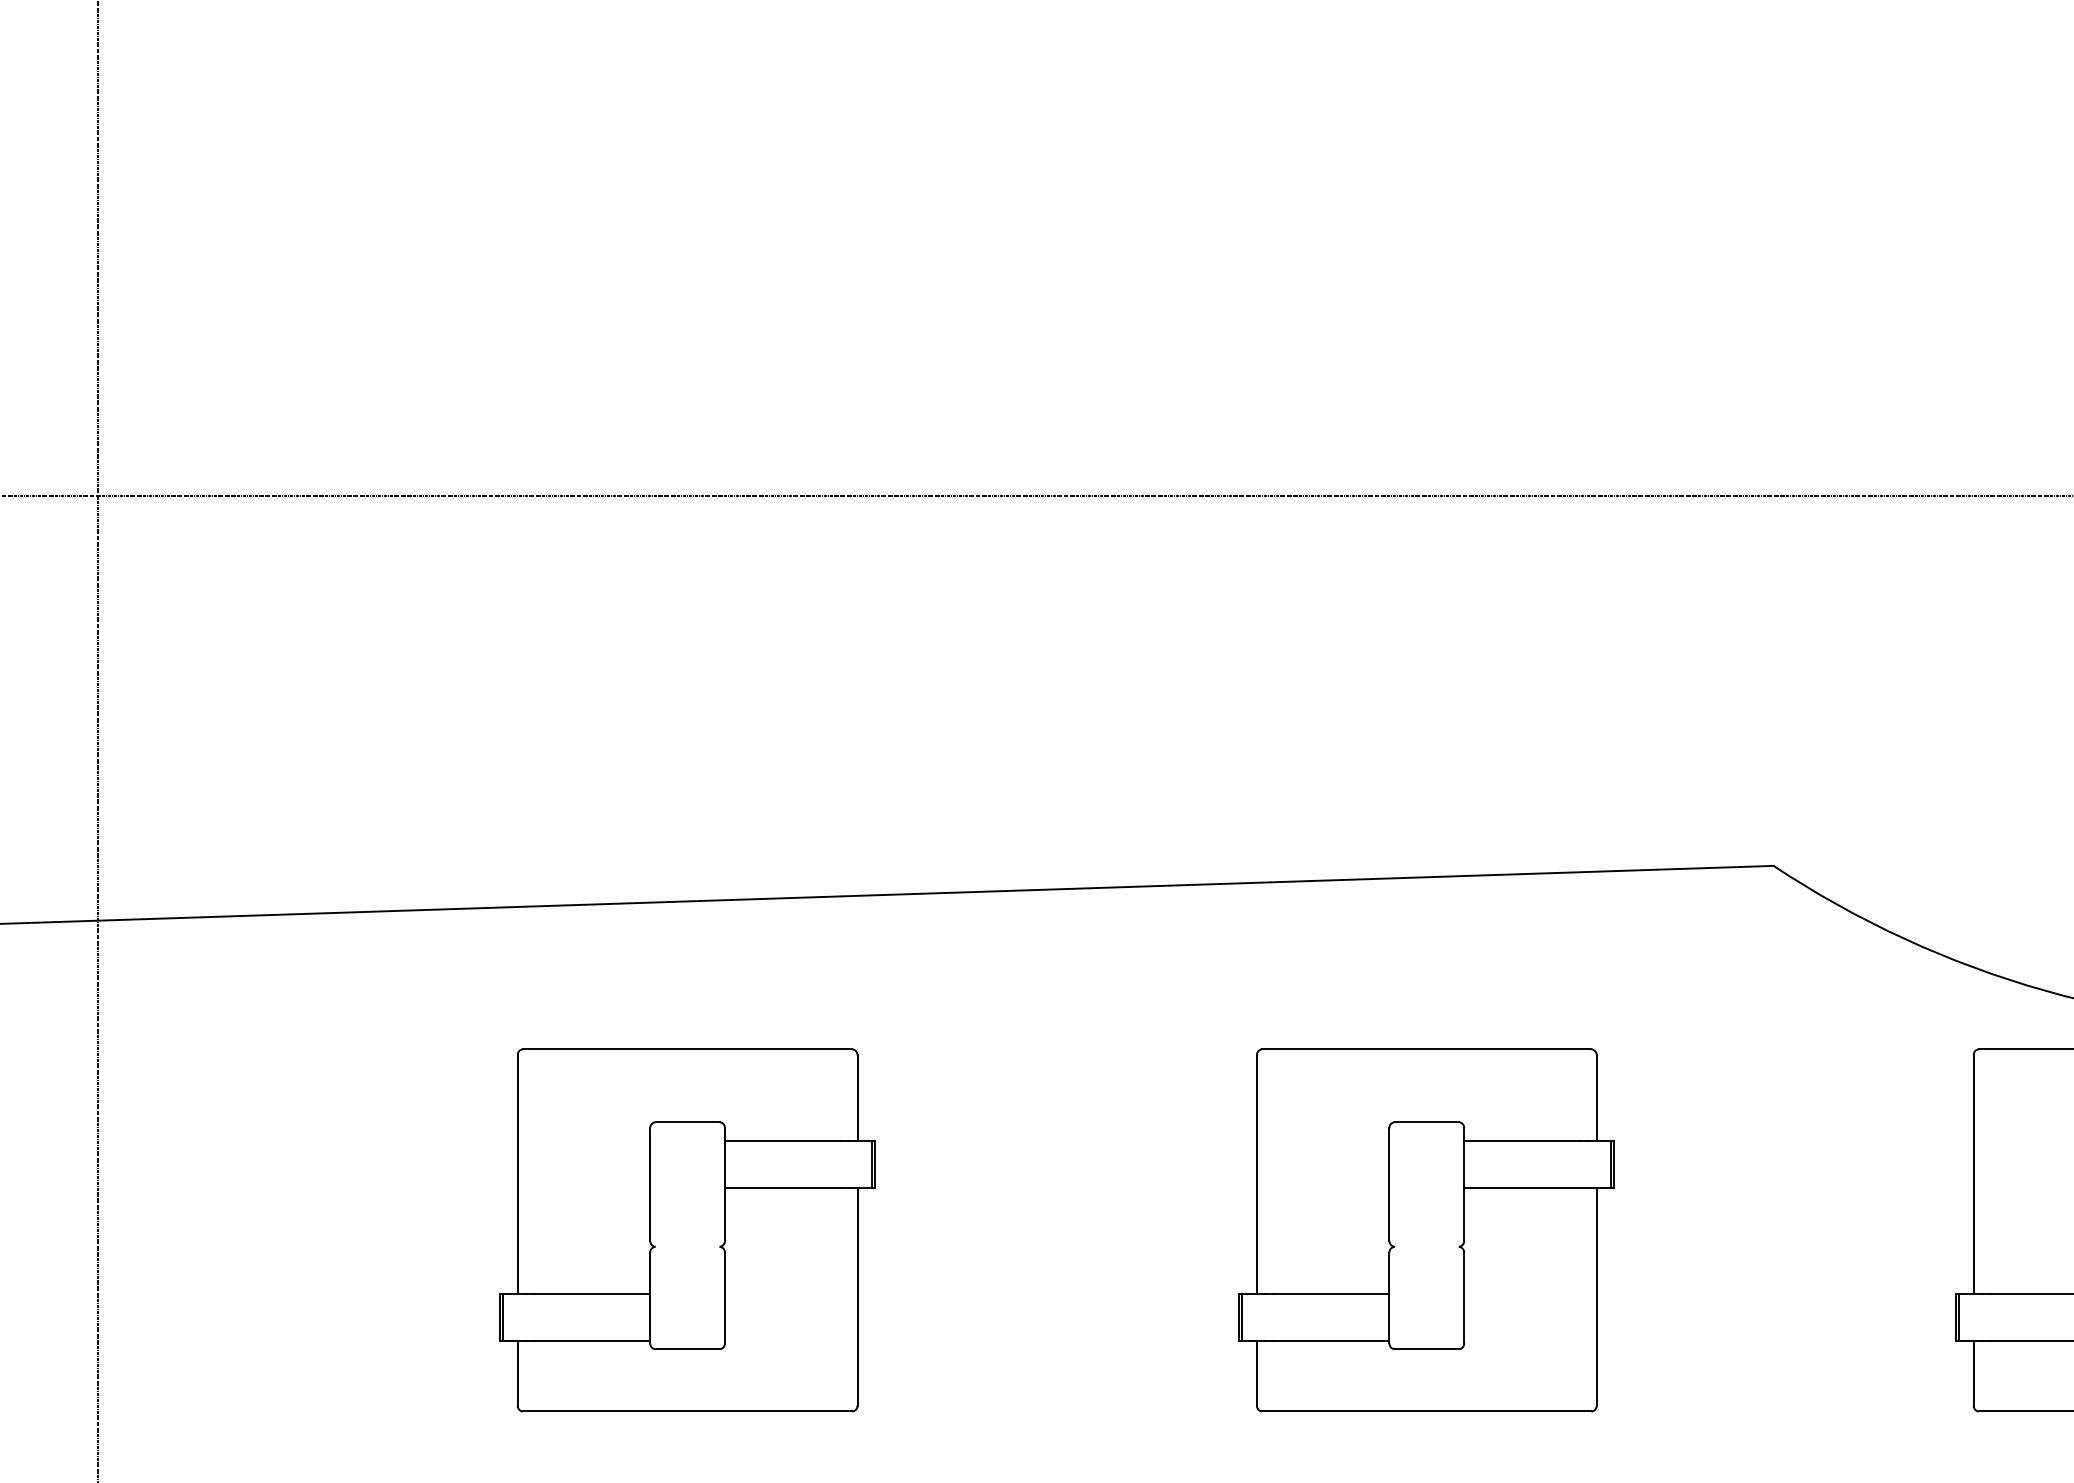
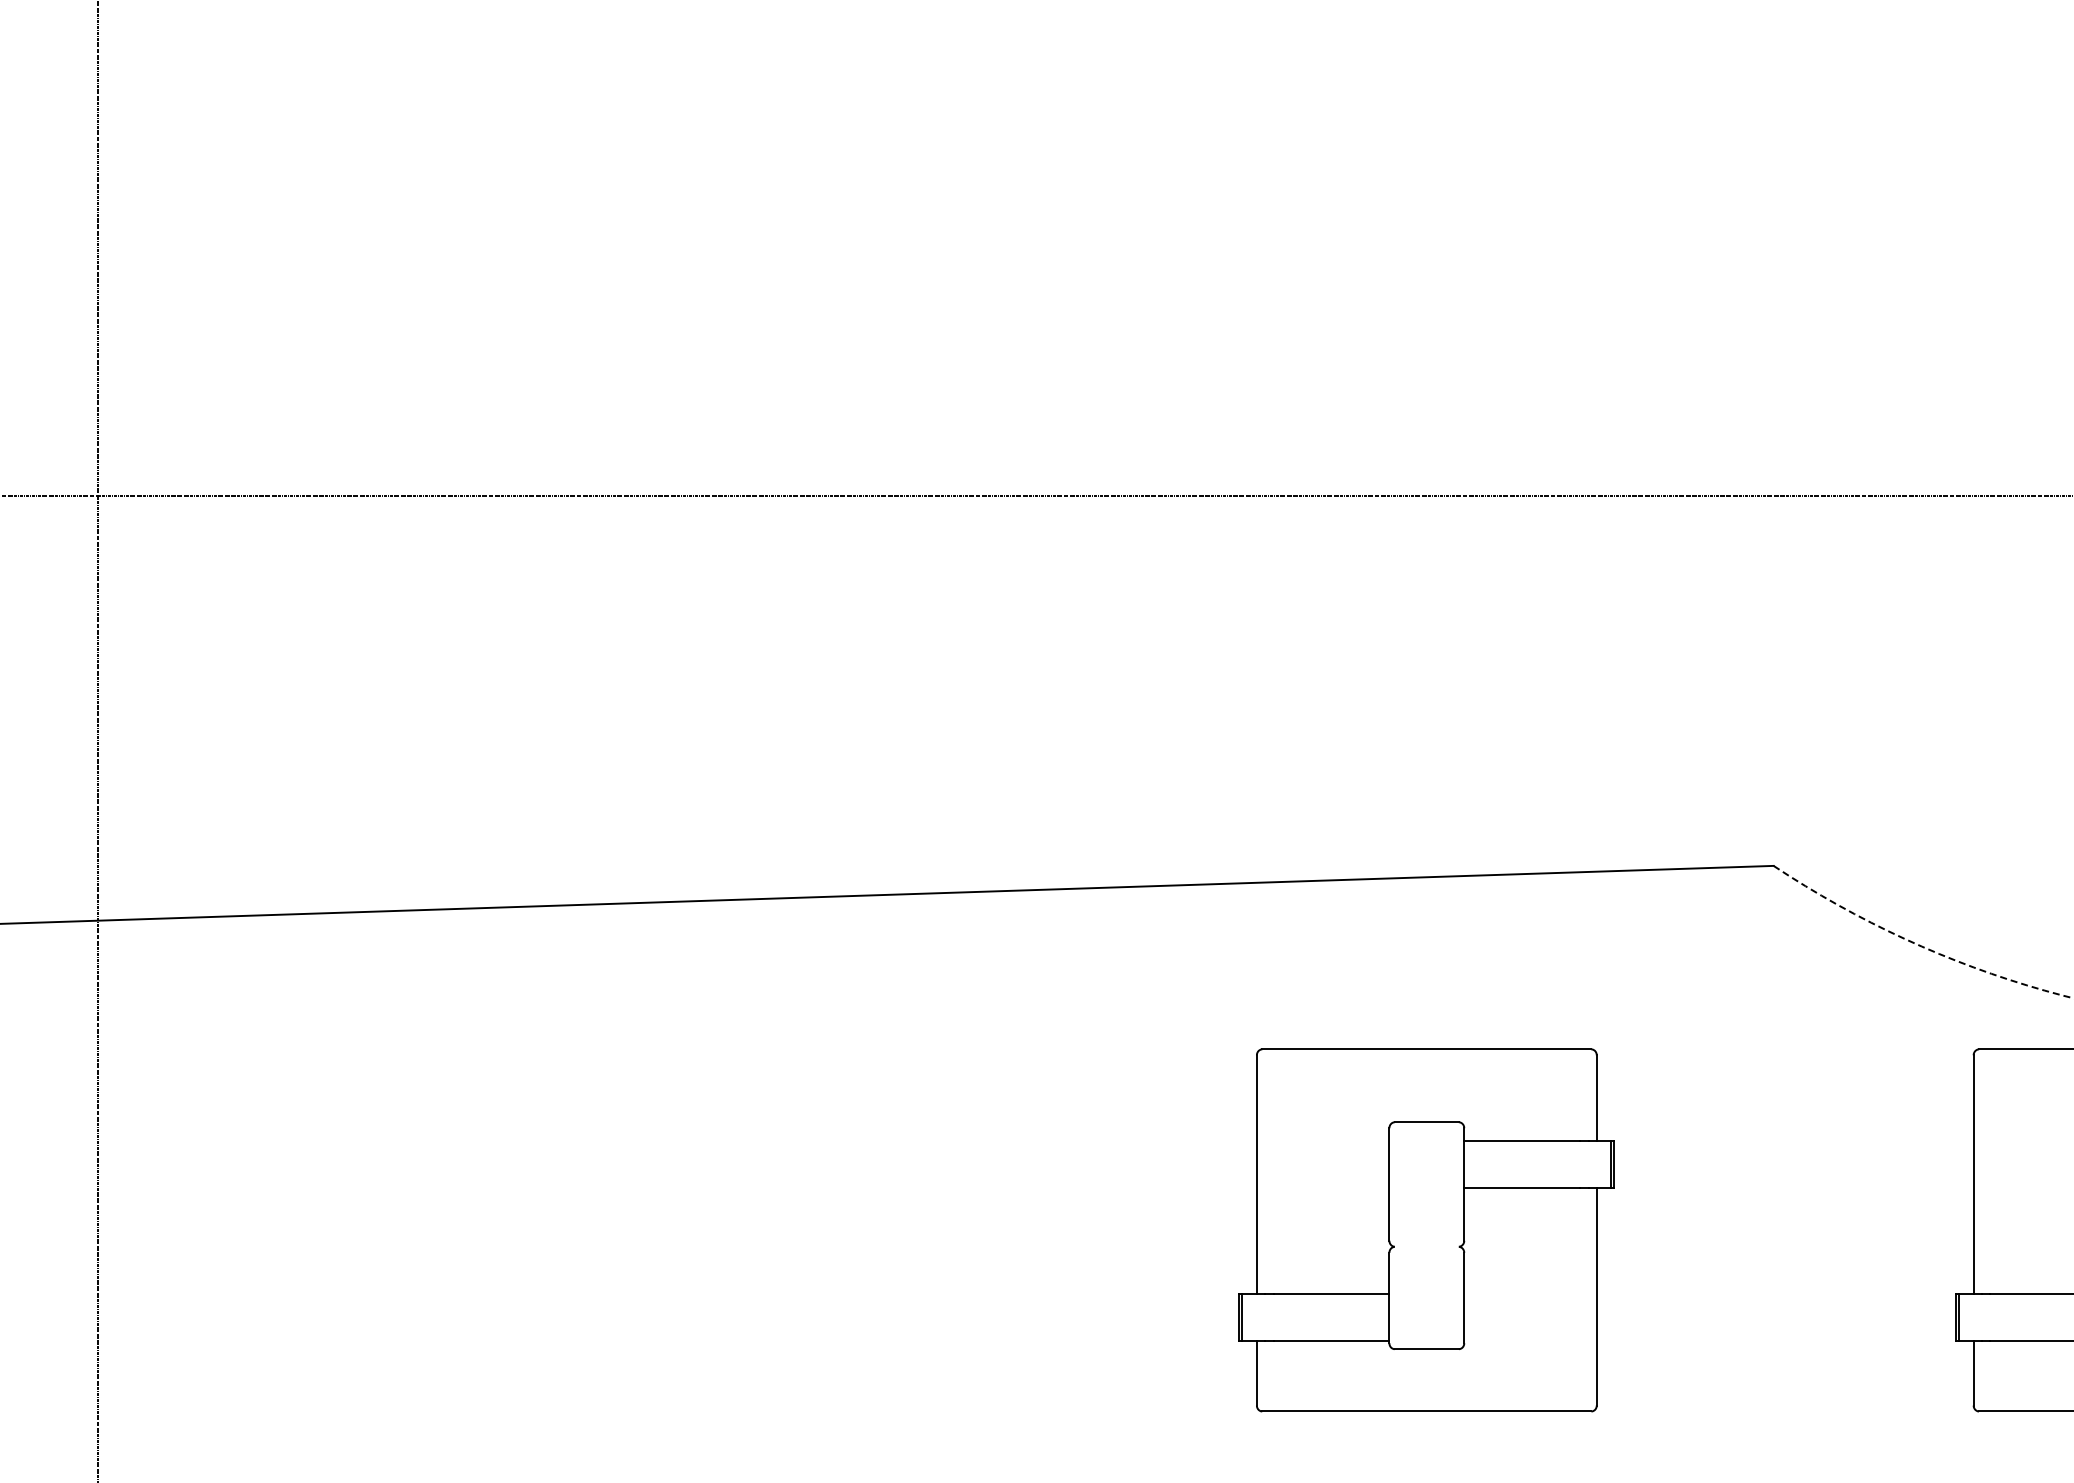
arc at (1919, 945): solid -> dashed
part at (687, 1230): present -> none
